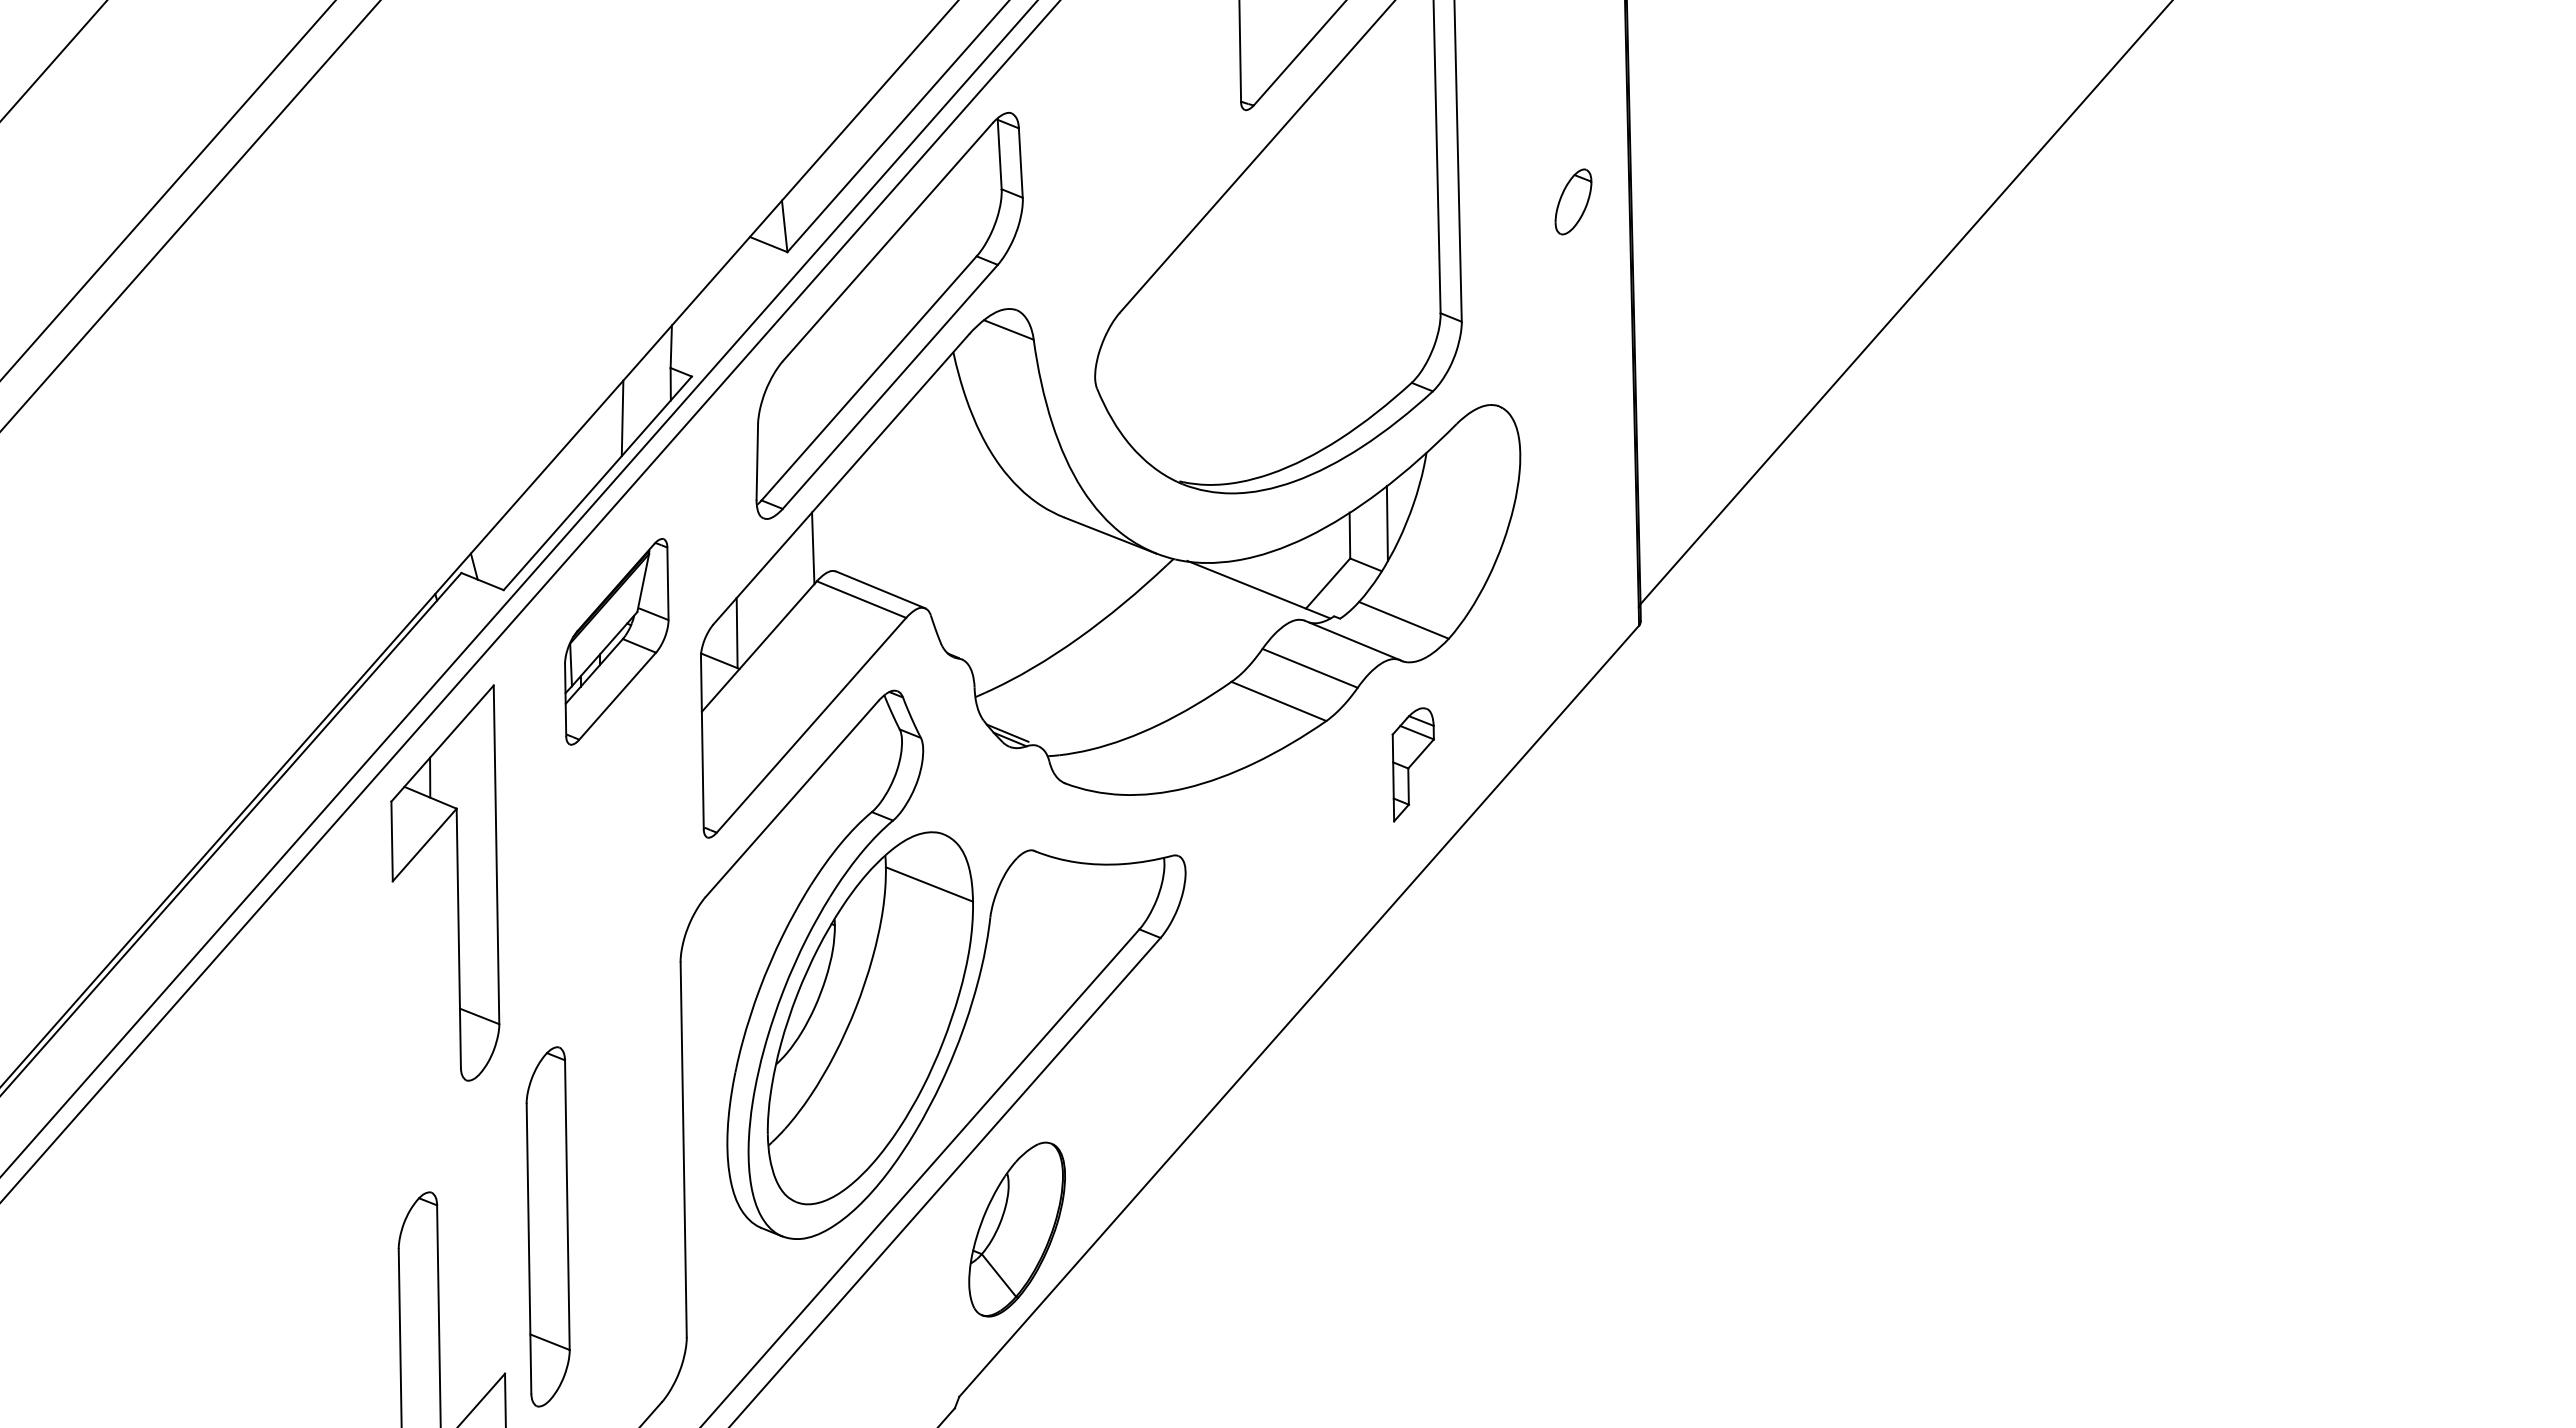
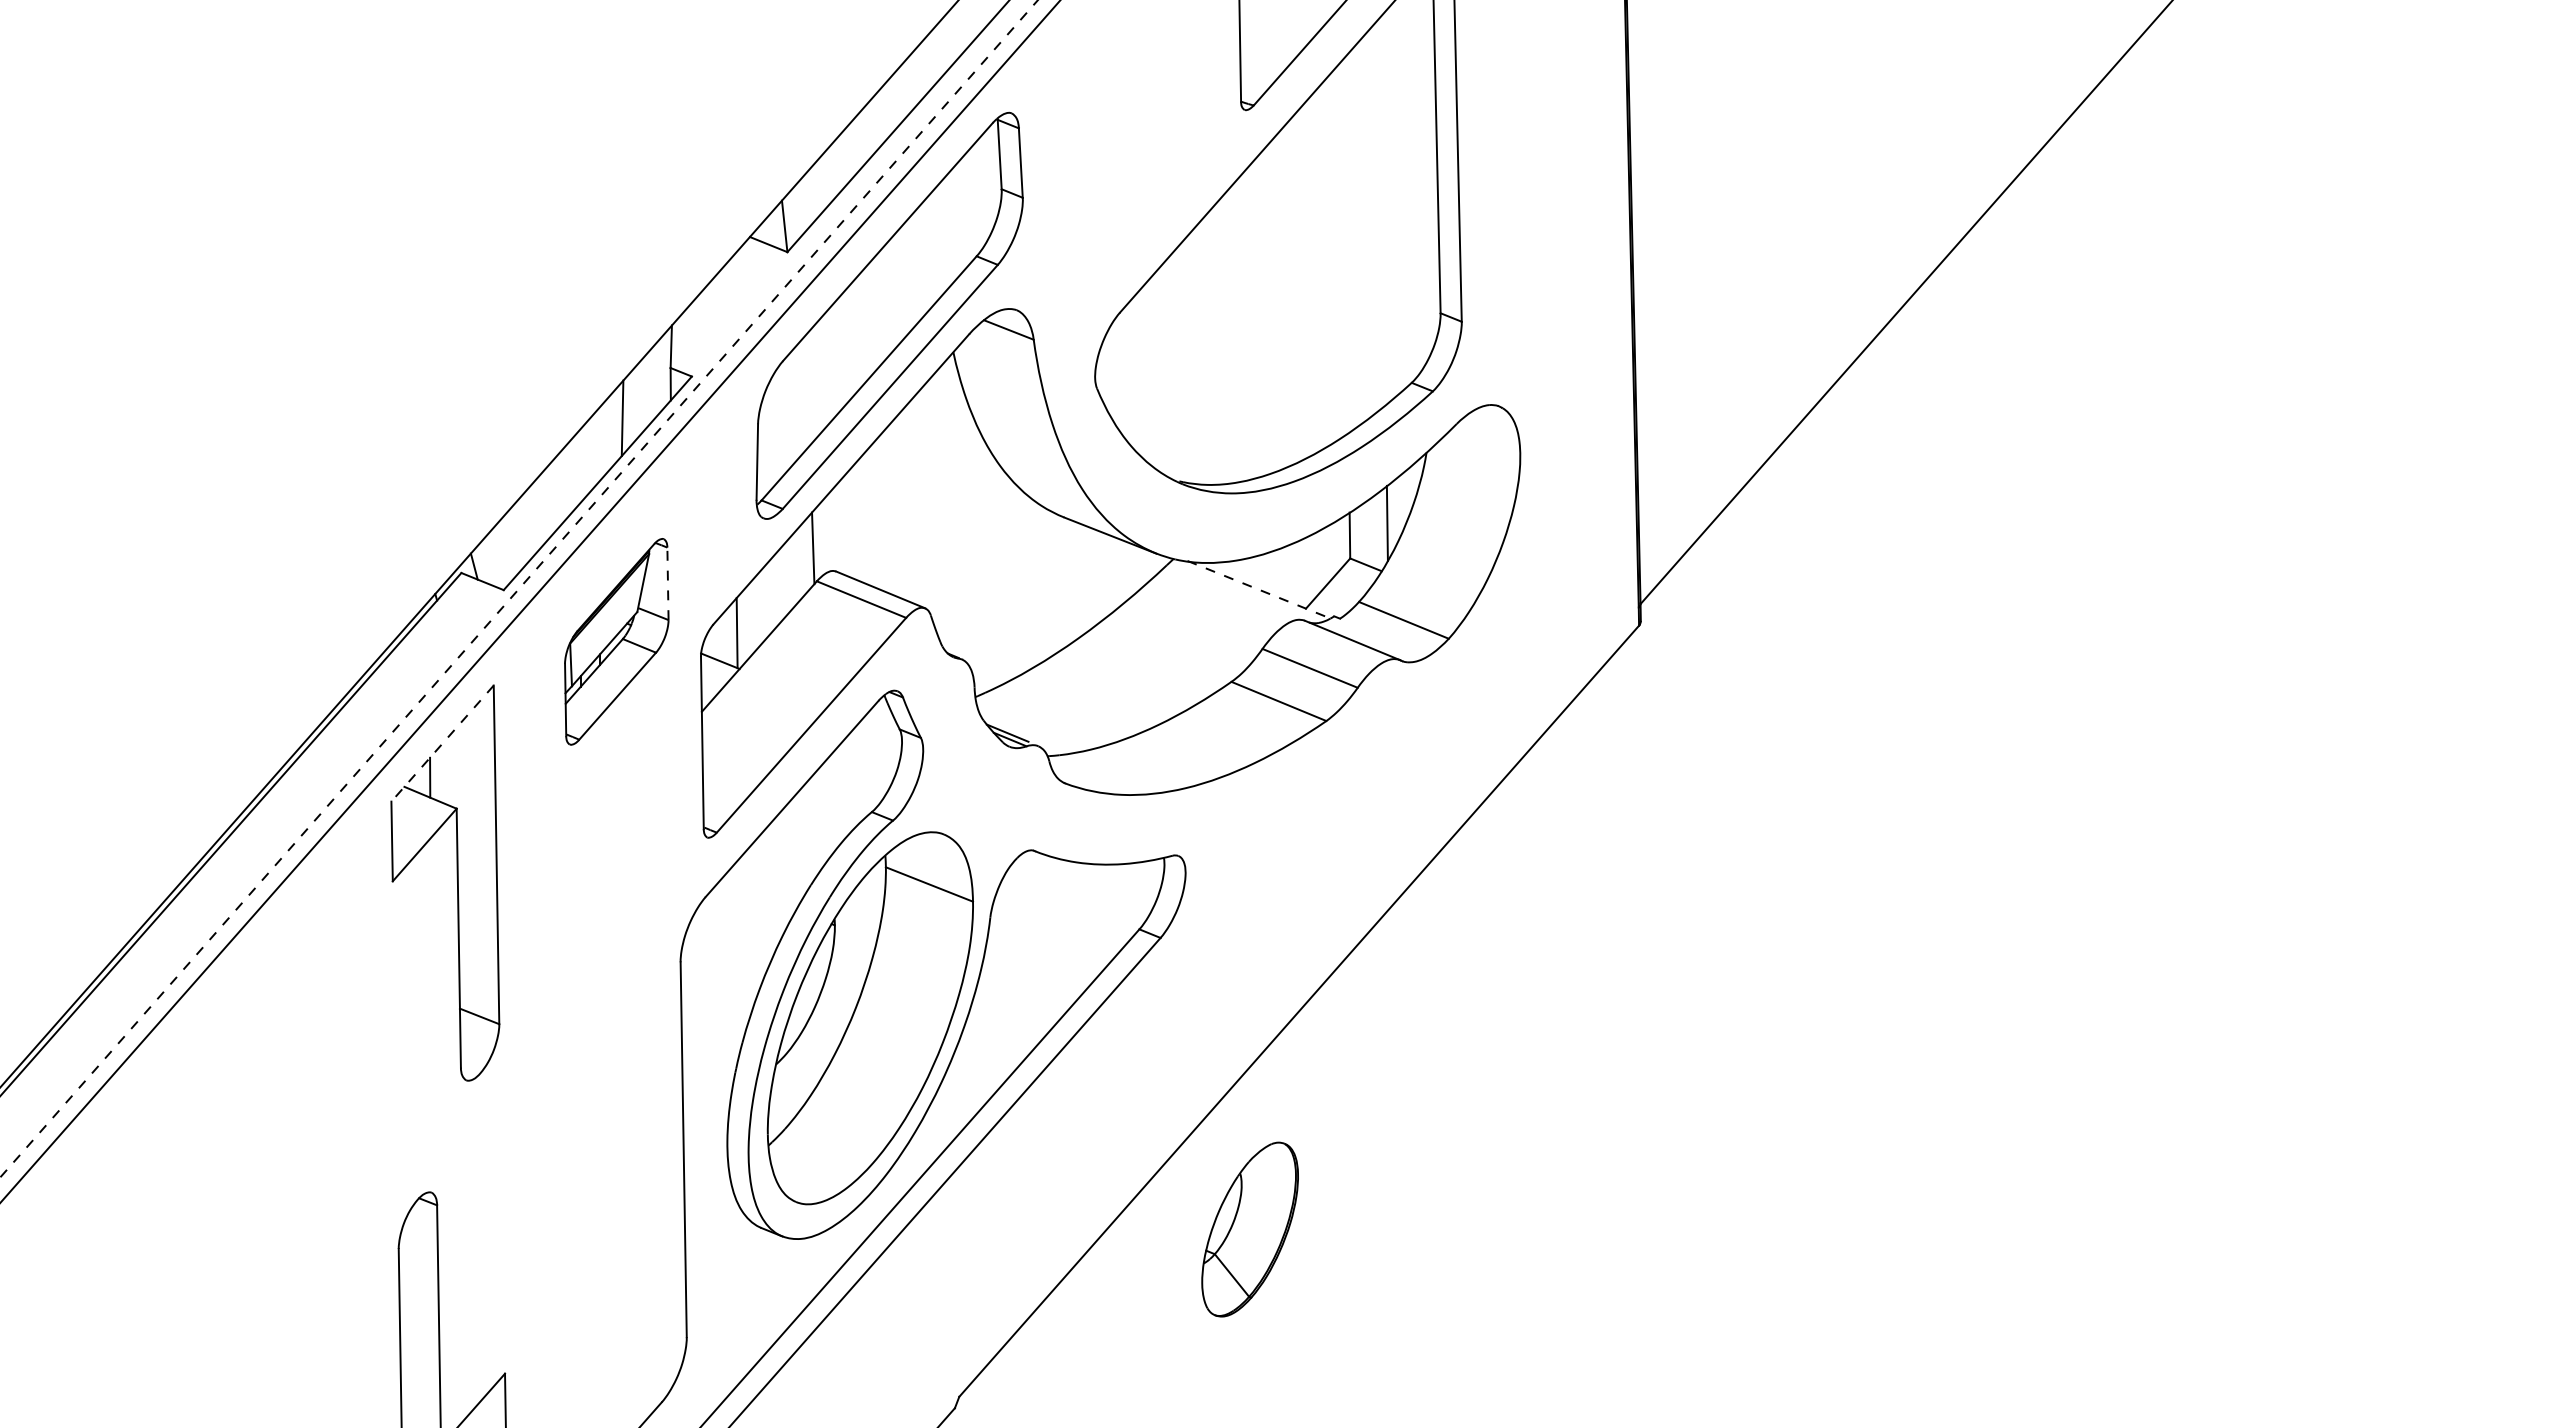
line at (53, 60): present -> none
line at (168, 190): present -> none
part at (1573, 201): present -> none
line at (190, 215): present -> none
line at (667, 583): solid -> dashed
line at (519, 588): solid -> dashed
line at (1259, 589): solid -> dashed
line at (442, 743): solid -> dashed
part at (1412, 764): present -> none
part at (547, 1226): present -> none
part at (1016, 1229) position: (1016, 1229) -> (1249, 1229)
